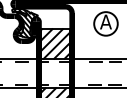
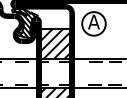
part at (105, 23) position: (105, 23) -> (93, 23)
